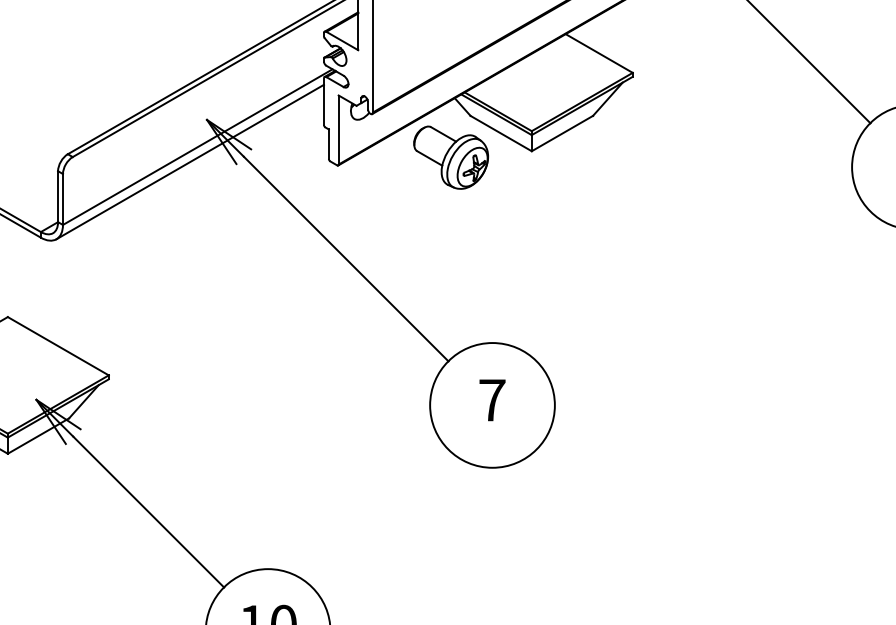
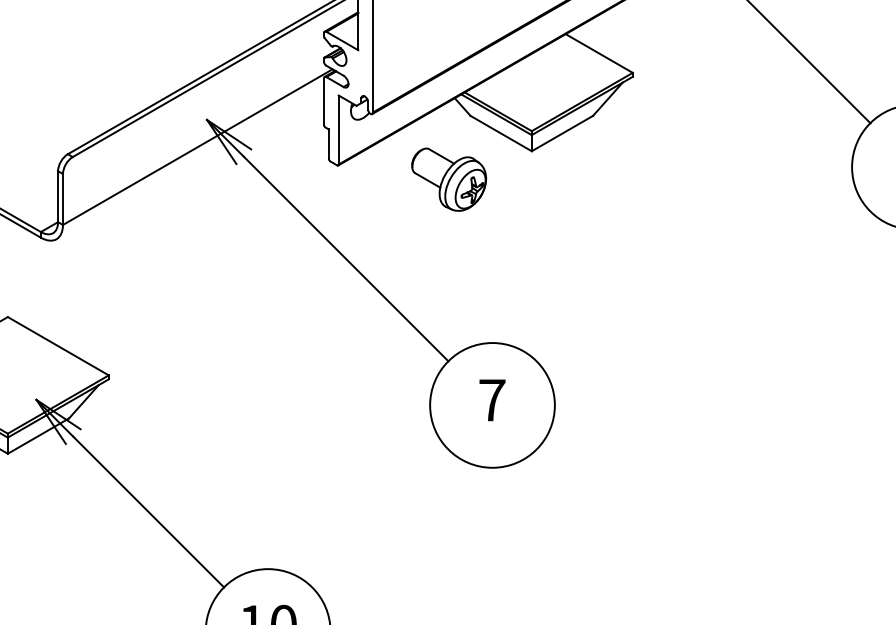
part at (450, 157) position: (450, 157) -> (448, 179)
line at (189, 161): present -> none
